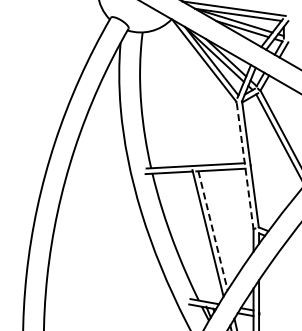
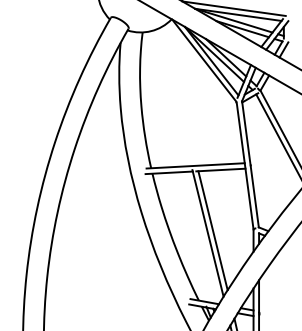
line at (245, 166): dashed -> solid
line at (213, 231): dashed -> solid
